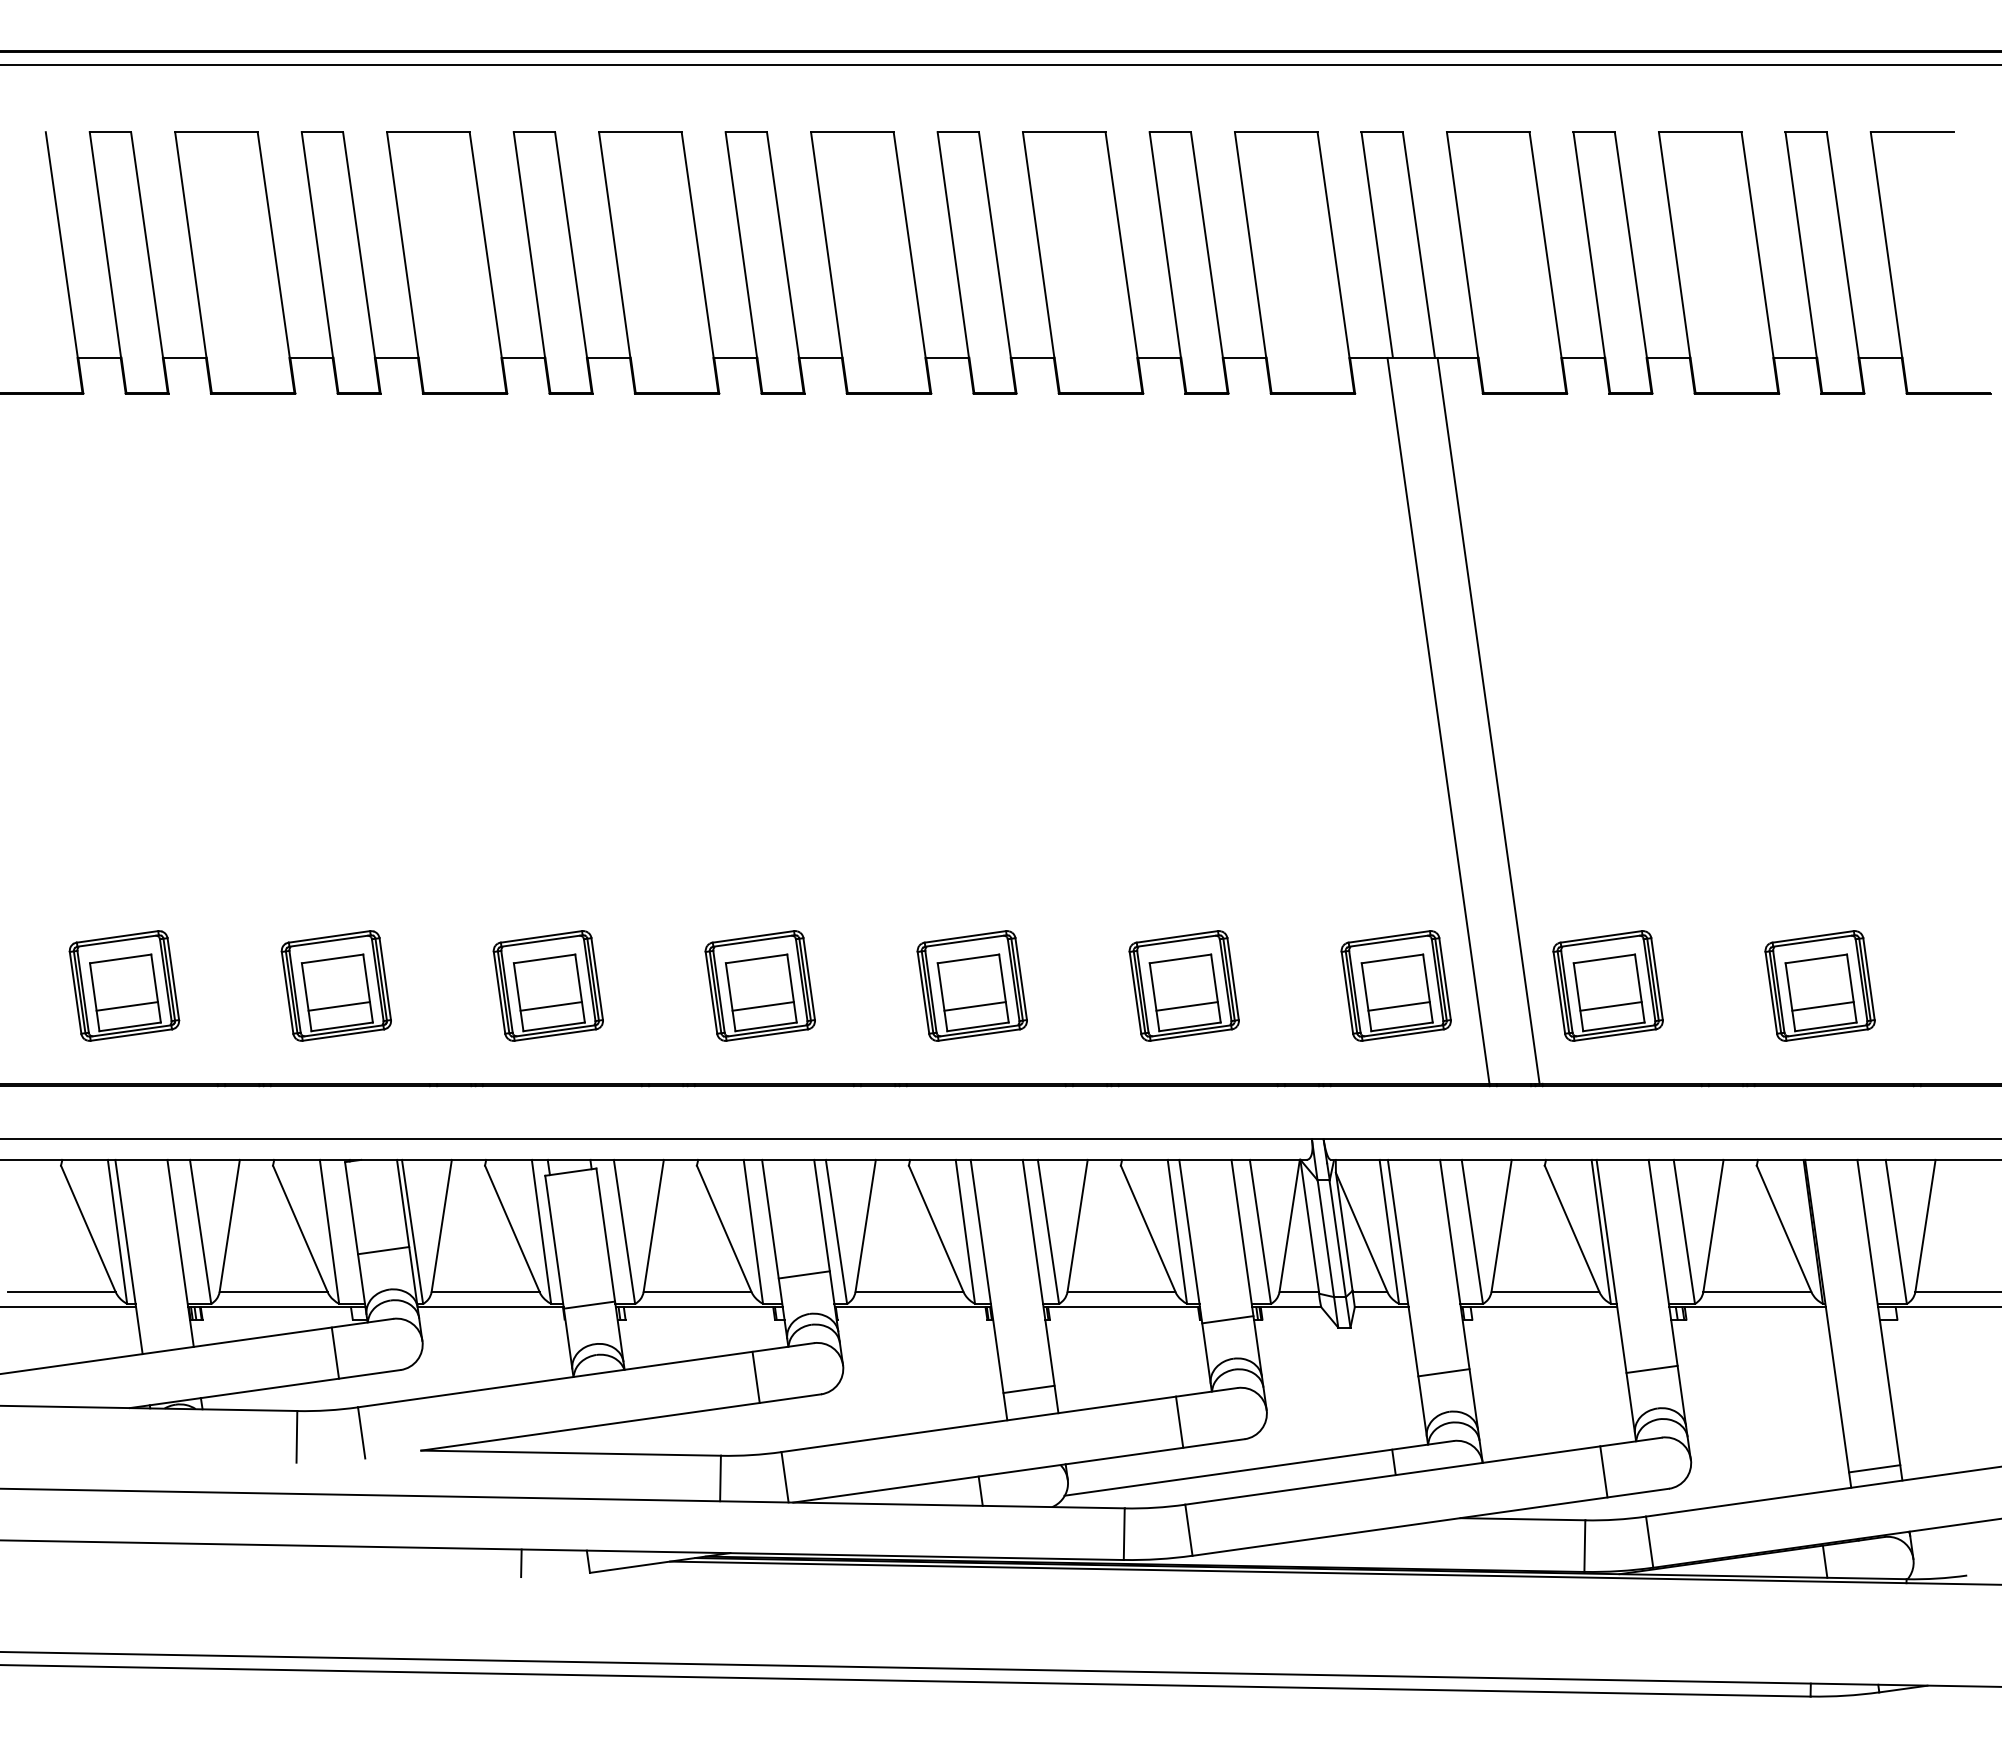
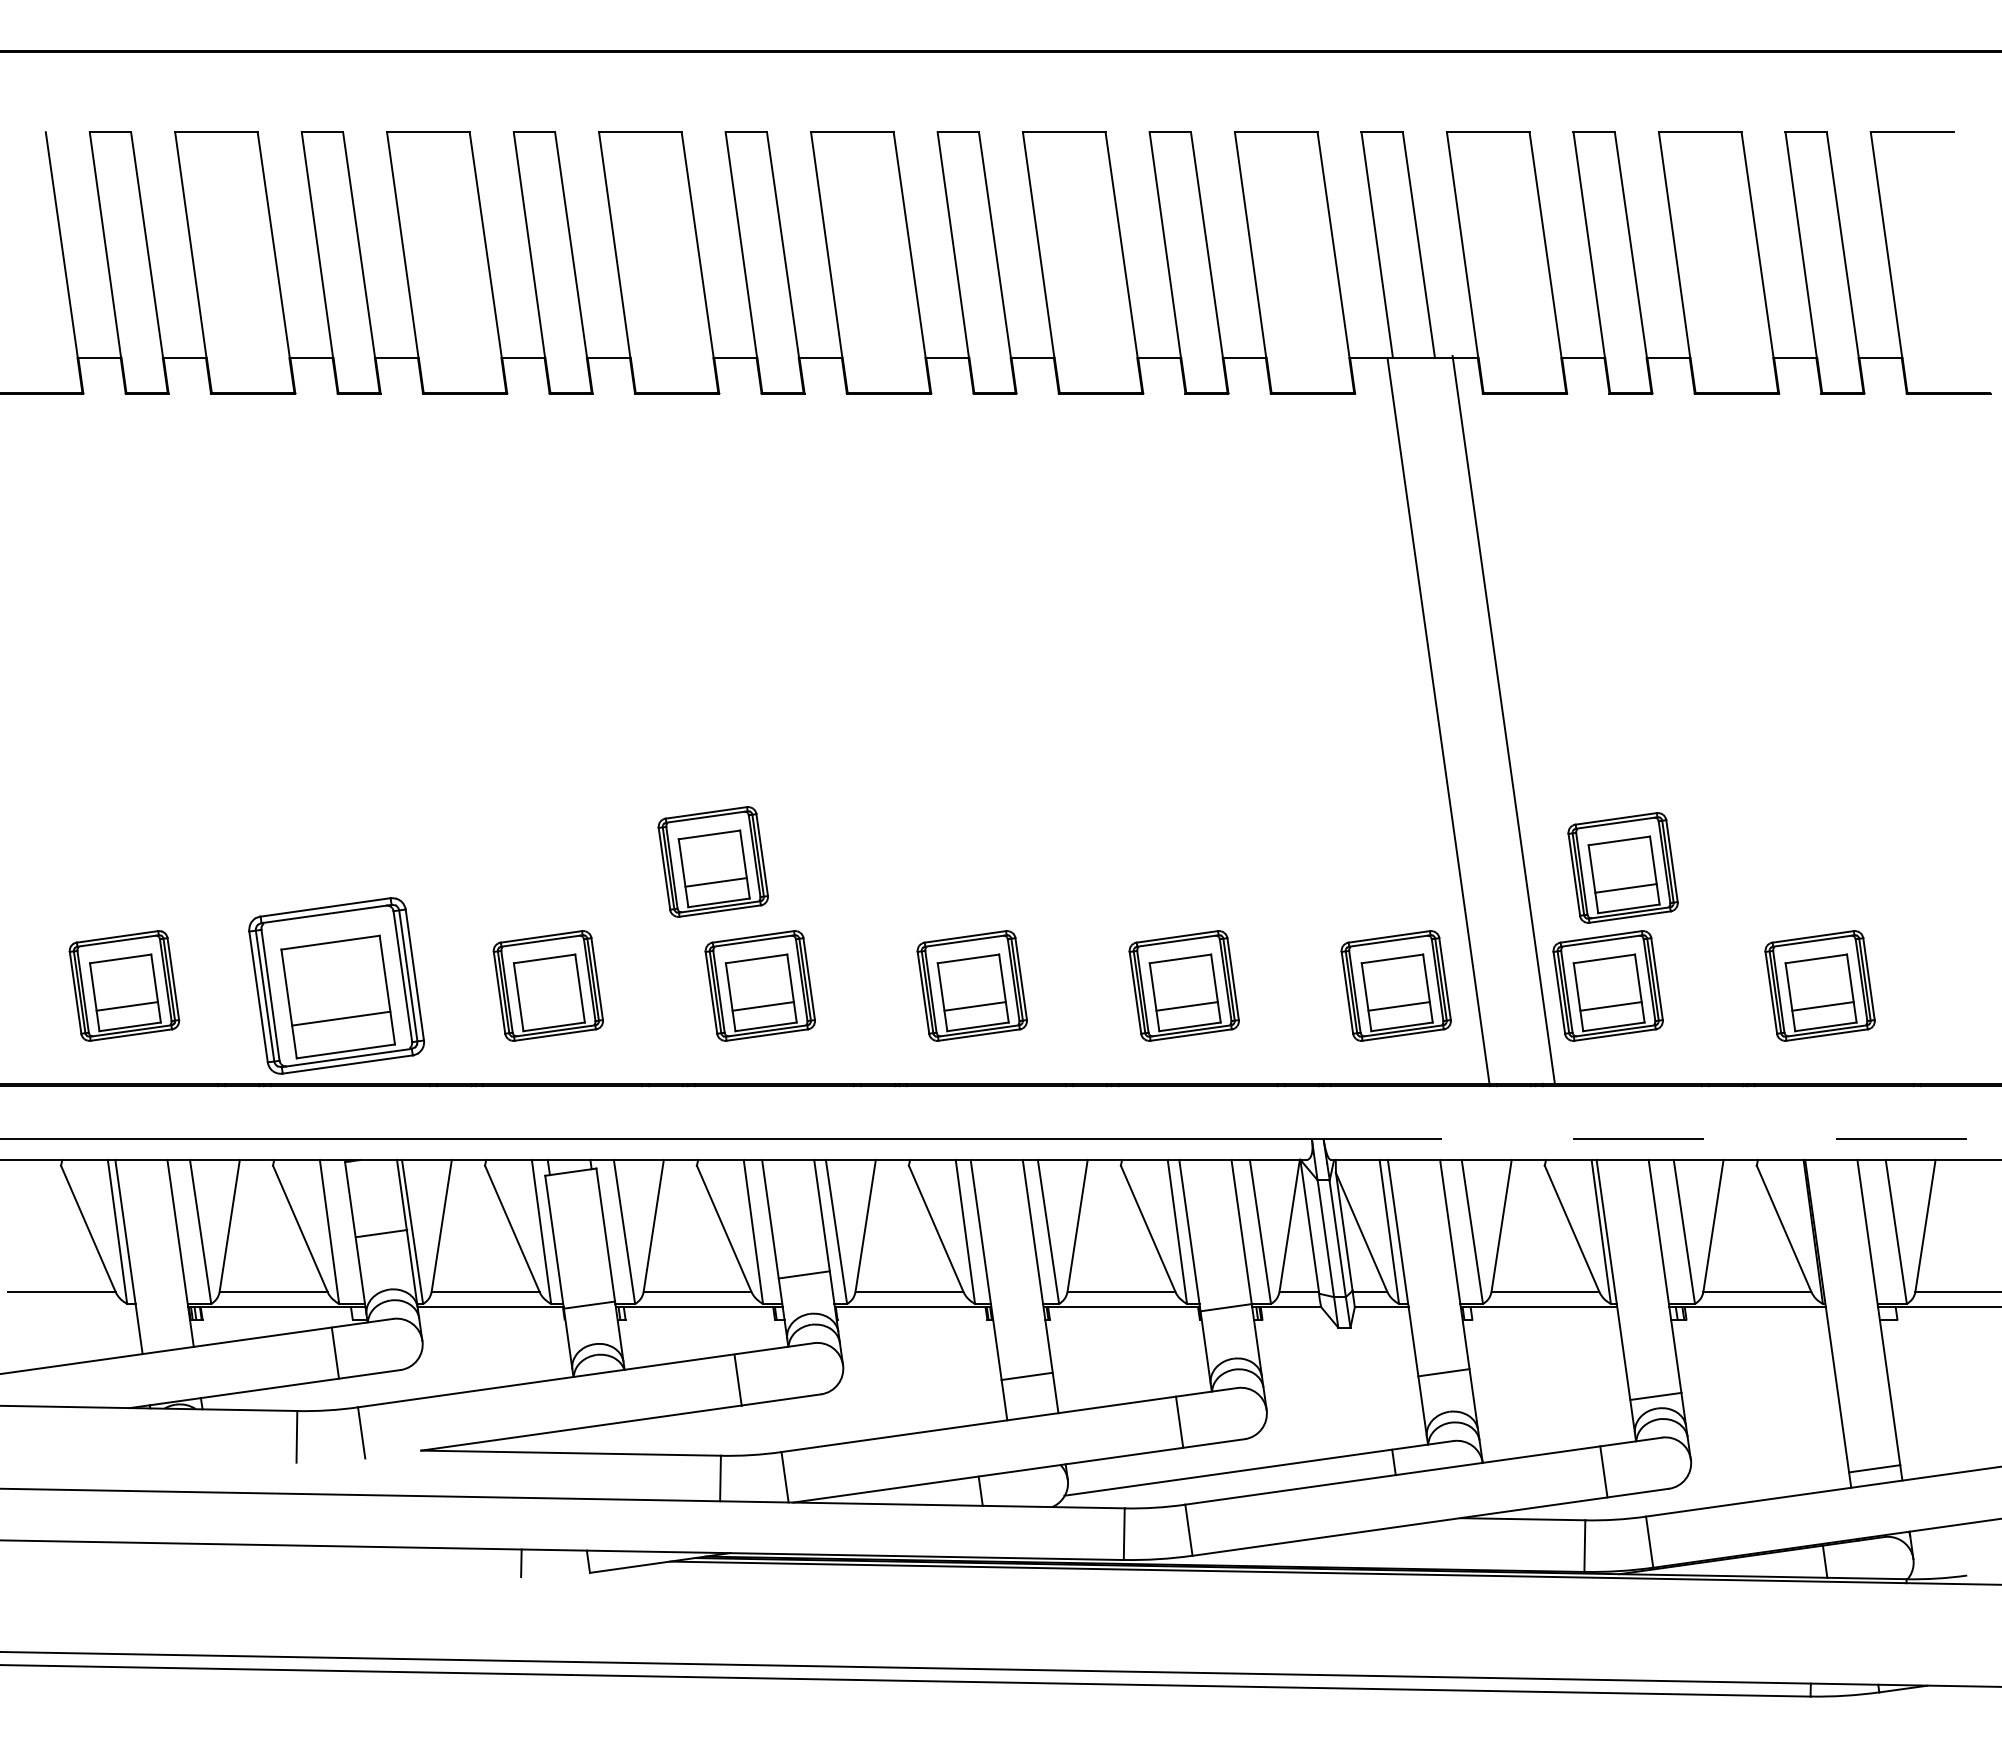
line at (1000, 64): present -> none
line at (1488, 720) position: (1488, 720) -> (1503, 718)
part at (712, 861): none -> present
part at (1622, 867): none -> present
part at (335, 985) size: 112x112 px -> 178x178 px
line at (550, 1006): present -> none
line at (1656, 1139): solid -> dashed
line at (383, 1250) position: (383, 1250) -> (381, 1233)
line at (69, 1307): present -> none
line at (1227, 1319) position: (1227, 1319) -> (1225, 1307)
line at (1651, 1368) position: (1651, 1368) -> (1655, 1395)
line at (755, 1377) position: (755, 1377) -> (737, 1380)
line at (1028, 1389) position: (1028, 1389) -> (1026, 1376)
